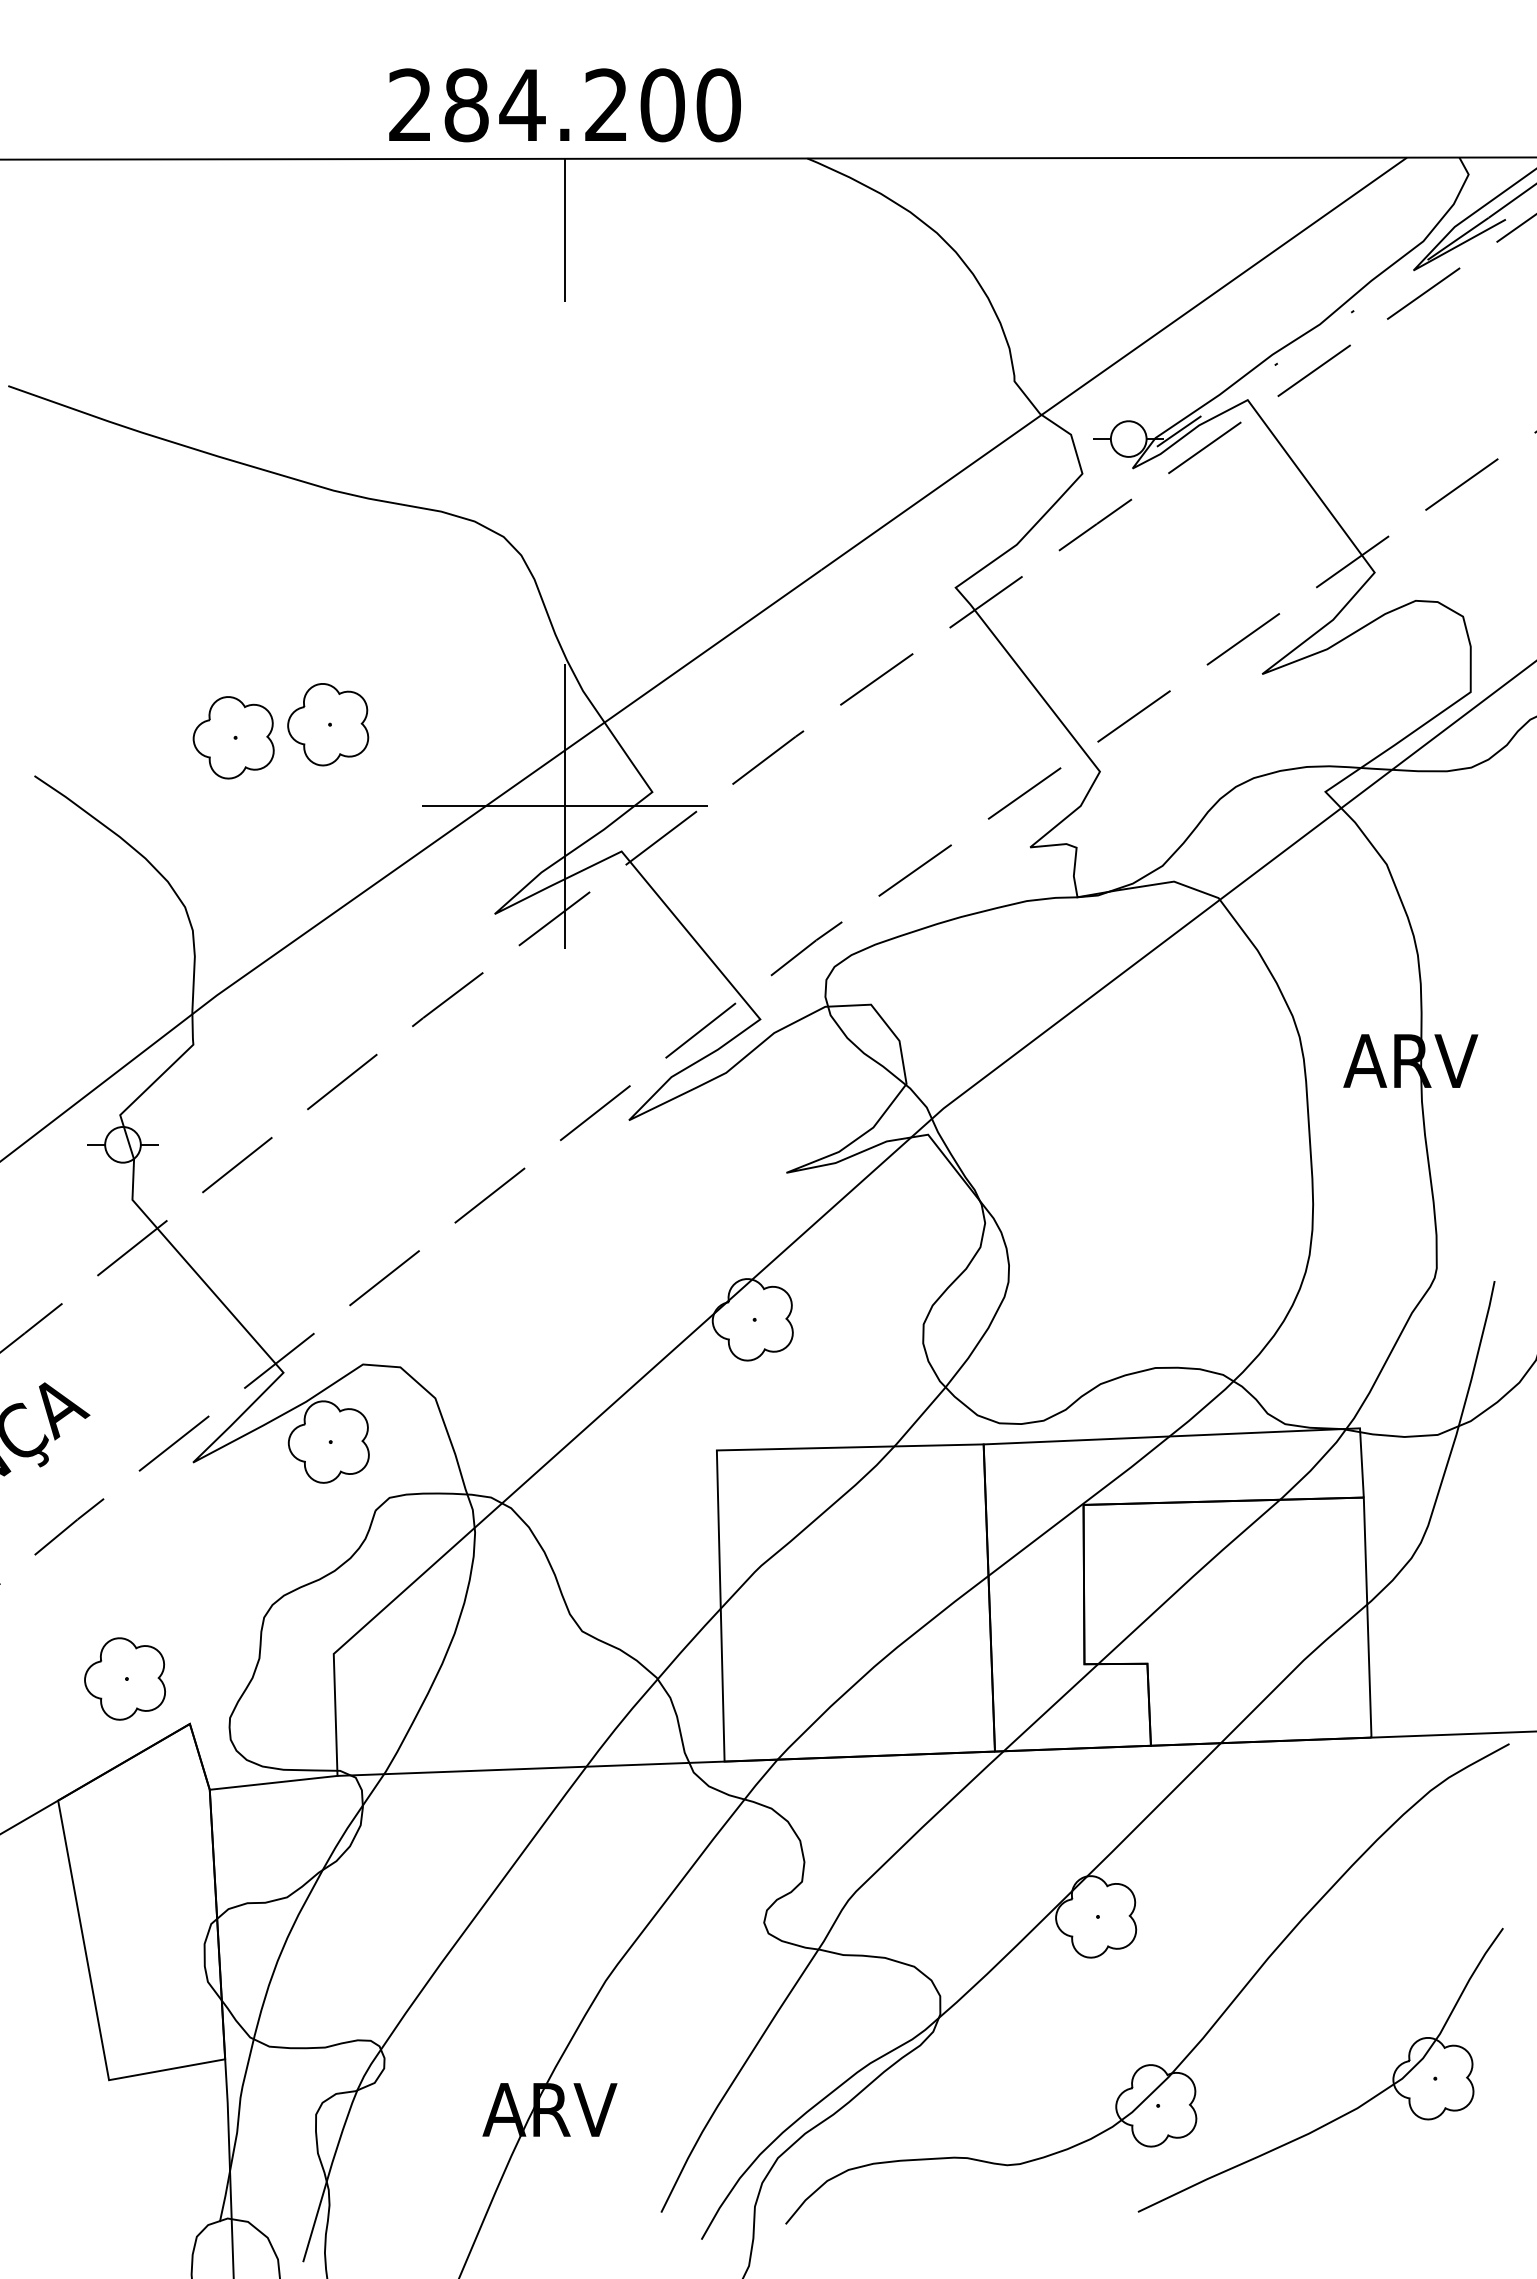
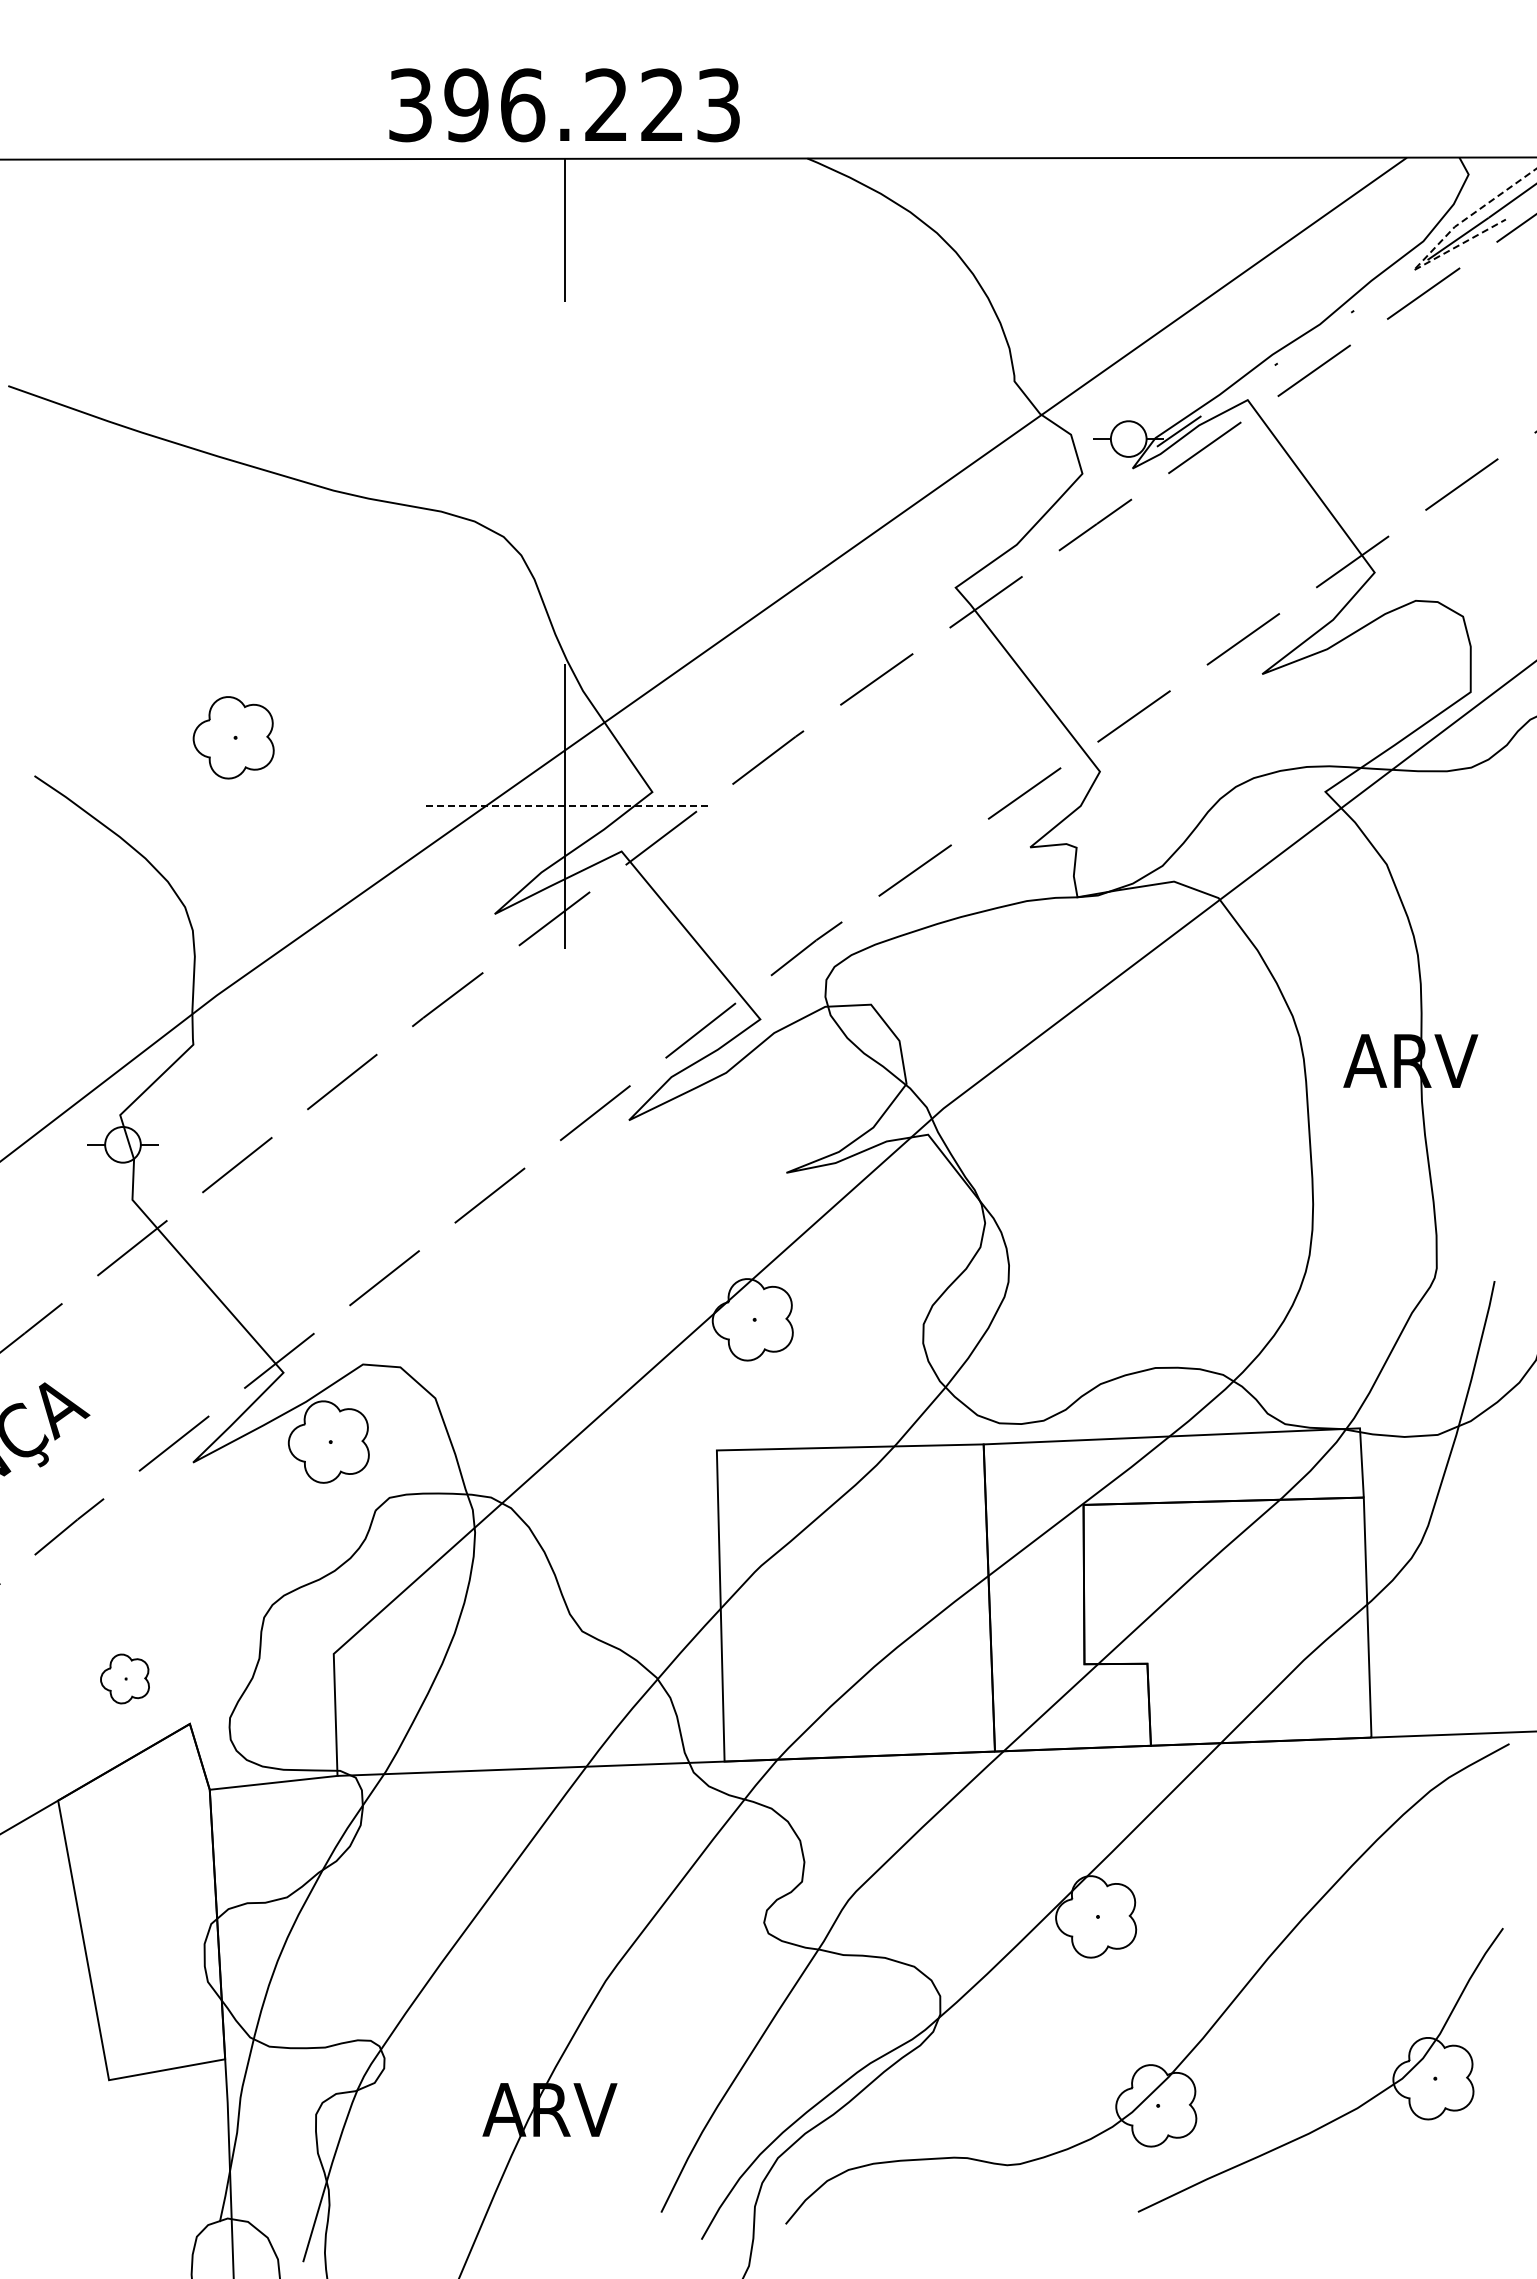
text at (564, 105): 284.200 -> 396.223
line at (1432, 250): solid -> dashed
part at (328, 724): present -> none
line at (564, 806): solid -> dashed
part at (124, 1678) size: 82x84 px -> 50x52 px
